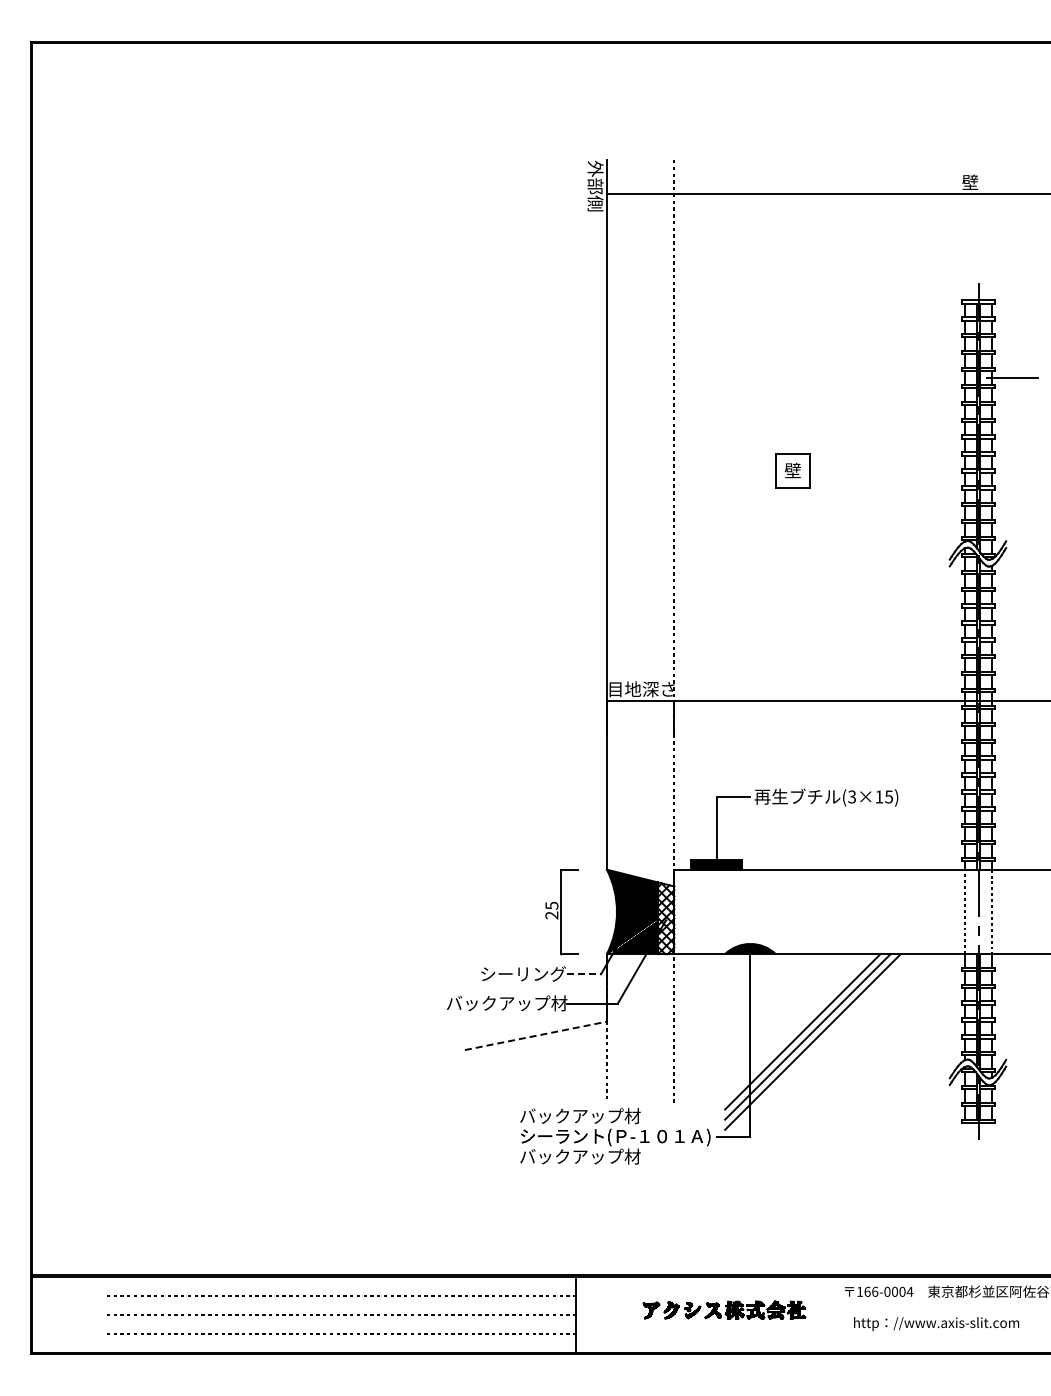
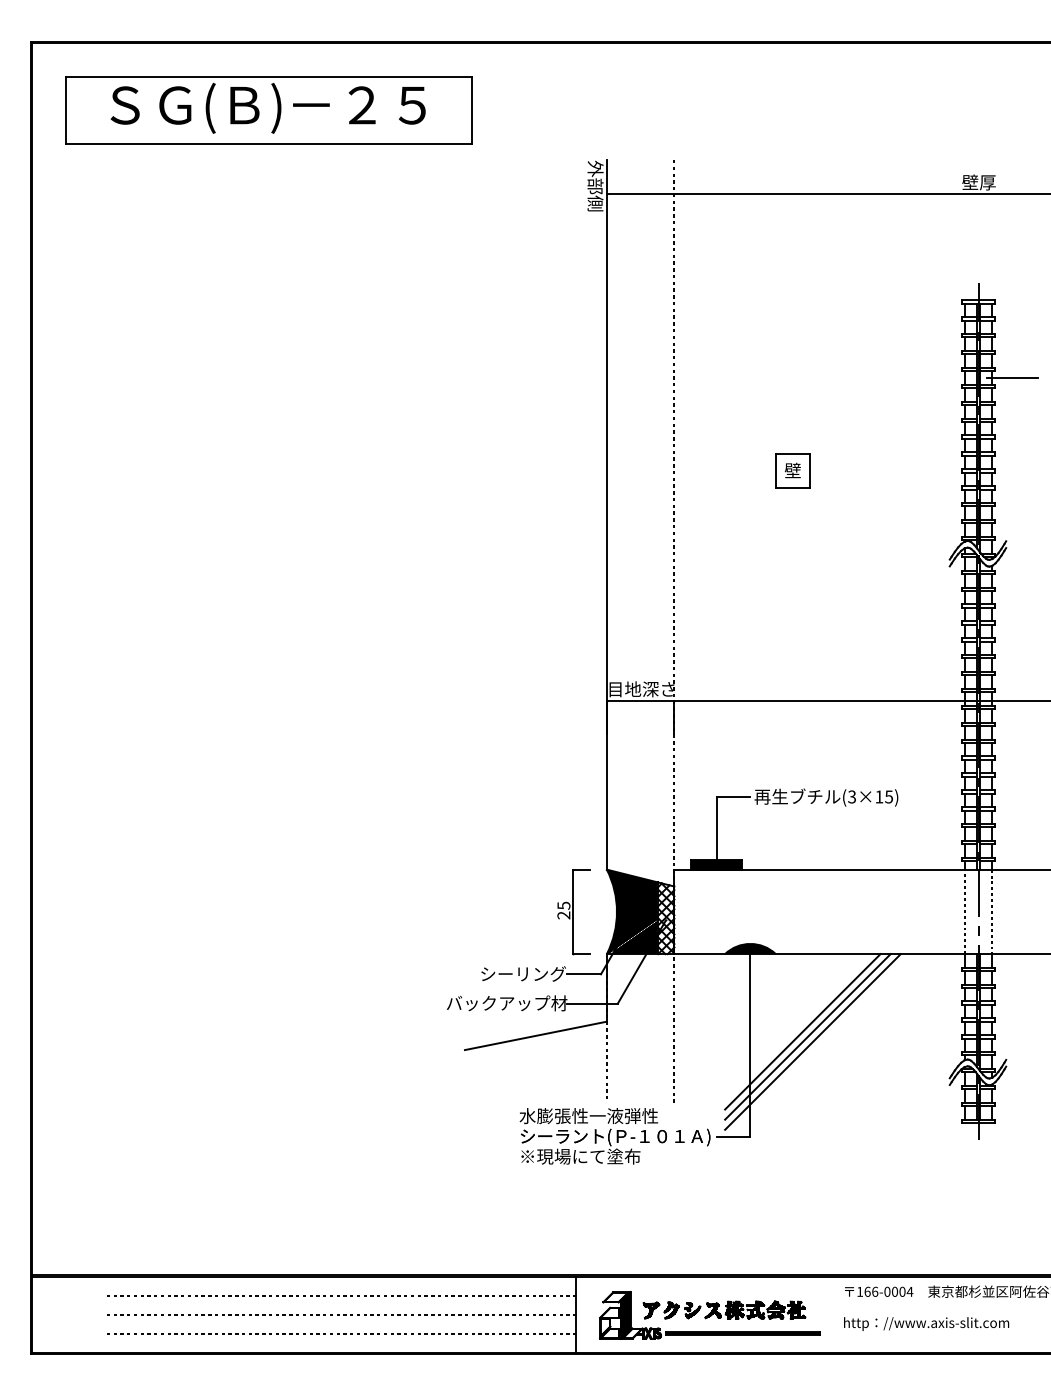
part at (268, 110): none -> present
text at (987, 182): 壁 -> 壁厚
part at (561, 912) position: (561, 912) -> (573, 912)
line at (584, 974): dashed -> solid
line at (536, 1035): dashed -> solid
text at (588, 1116): バックアップ材 -> 水膨張性一液弾性
text at (580, 1156): バックアップ材 -> ※現場にて塗布
text at (936, 1323) position: (936, 1323) -> (926, 1323)
part at (709, 1331): none -> present
